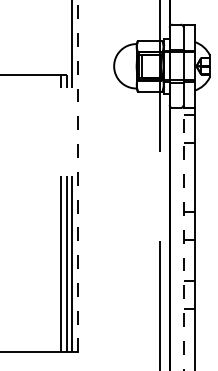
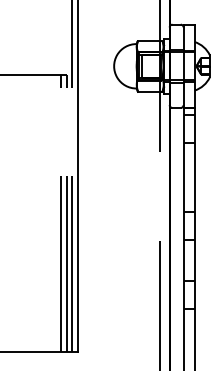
line at (77, 176): dashed -> solid
line at (183, 238): dashed -> solid
